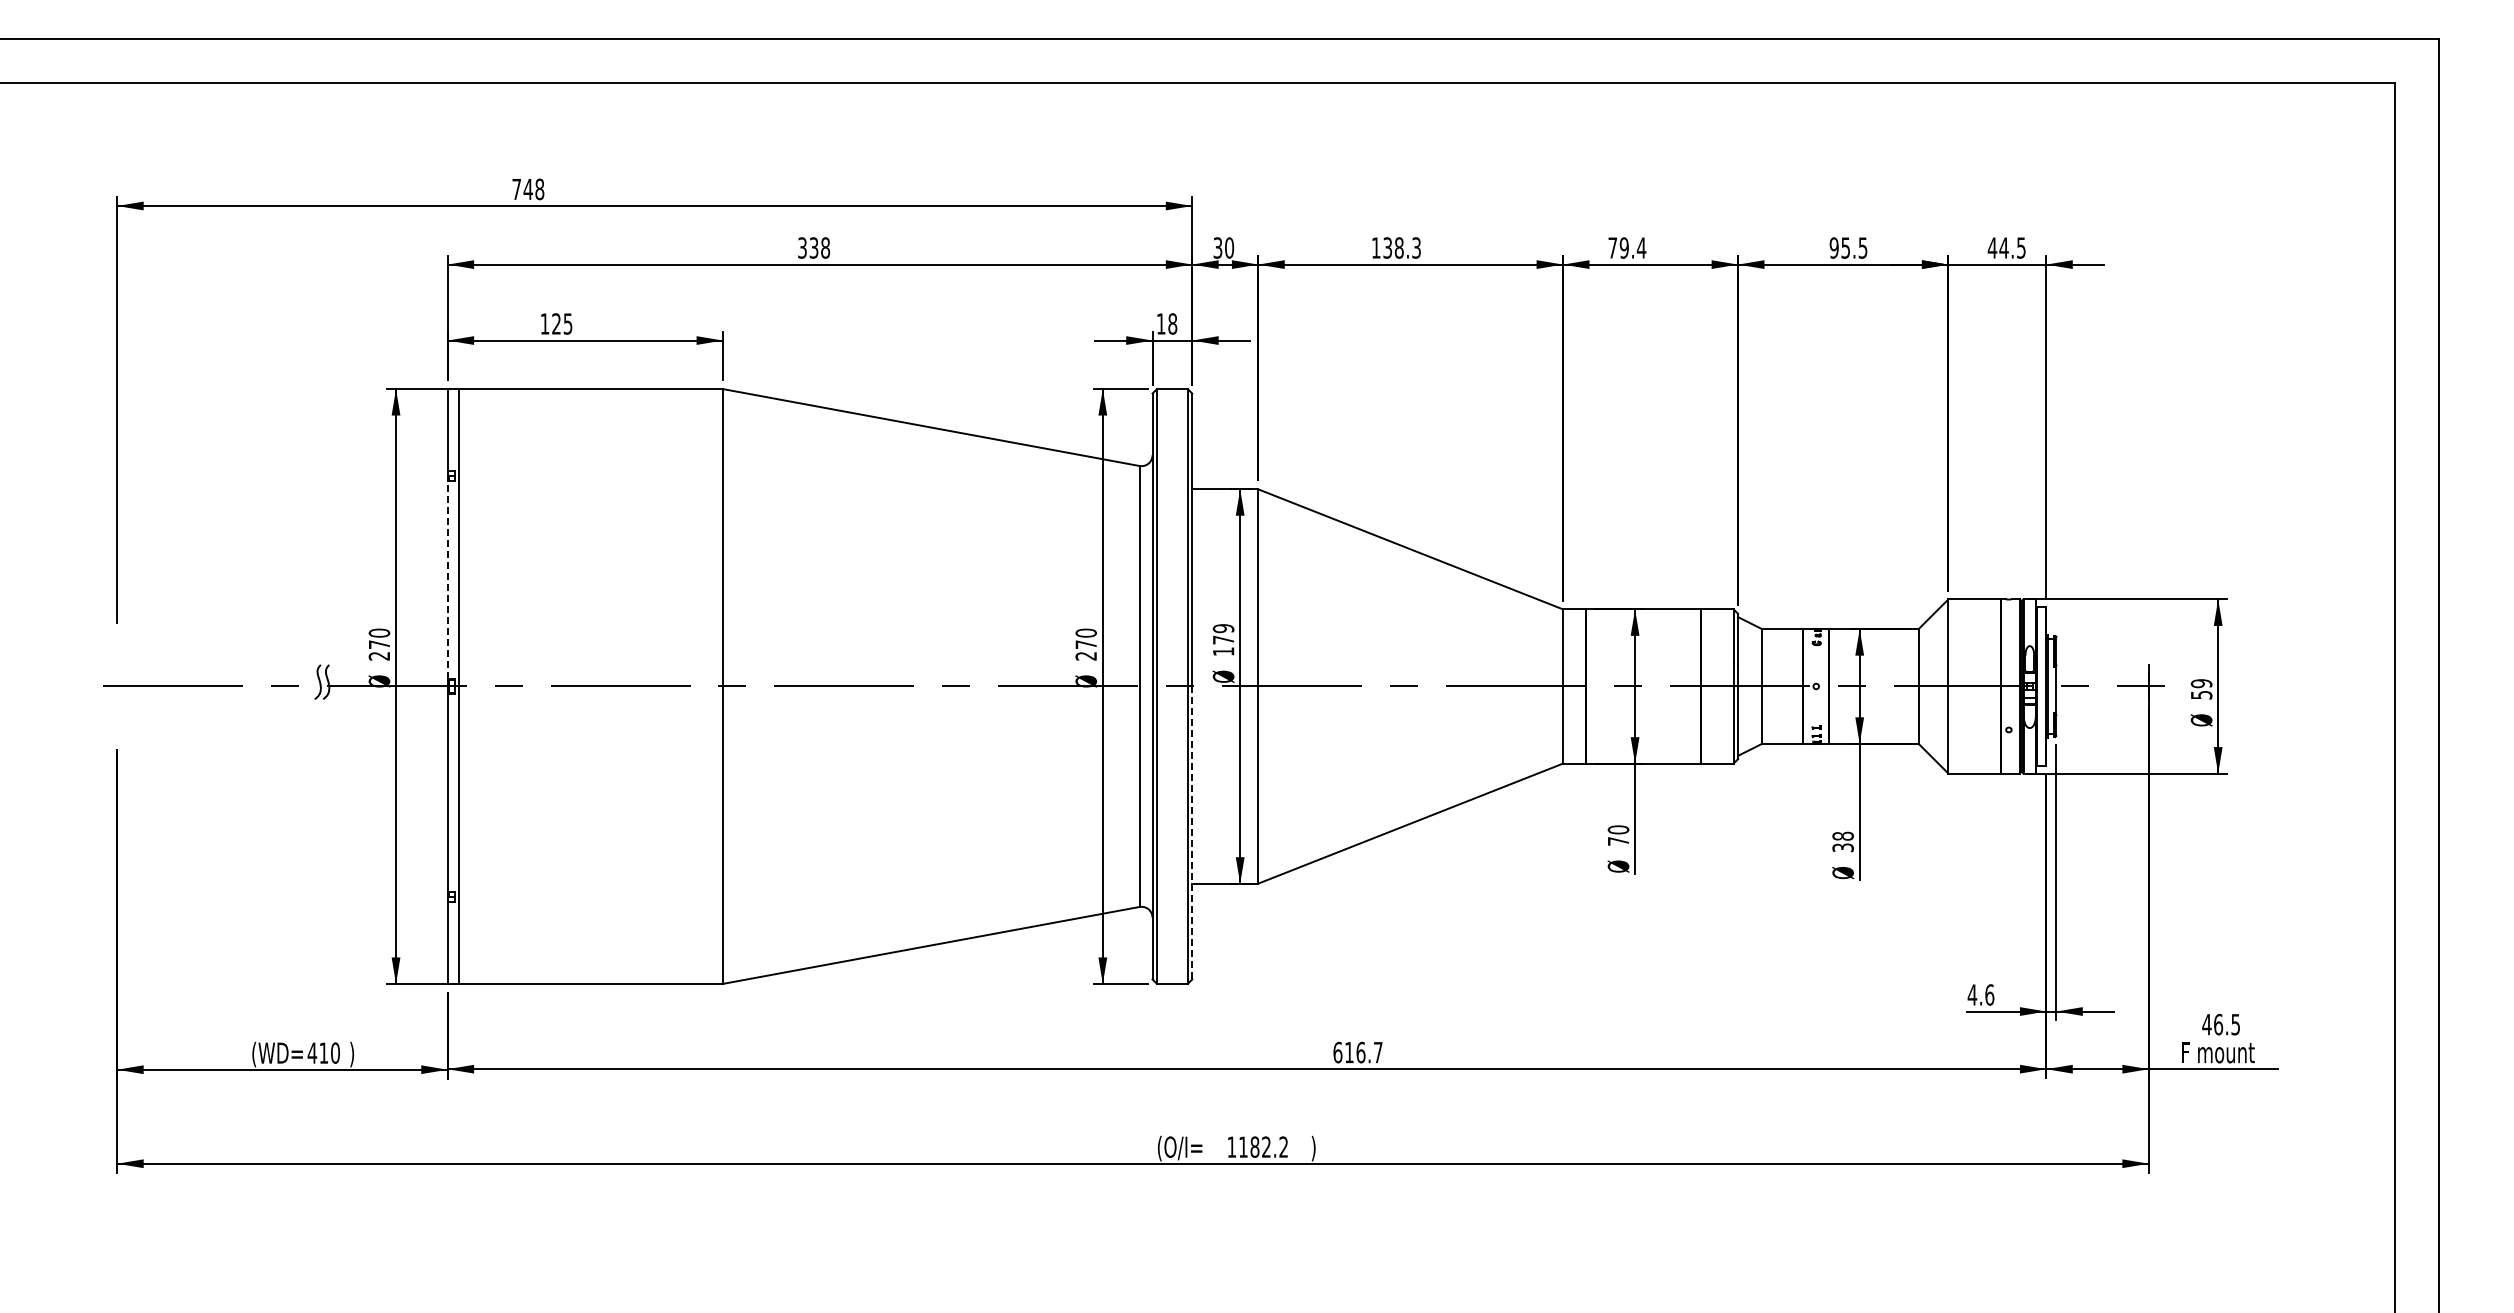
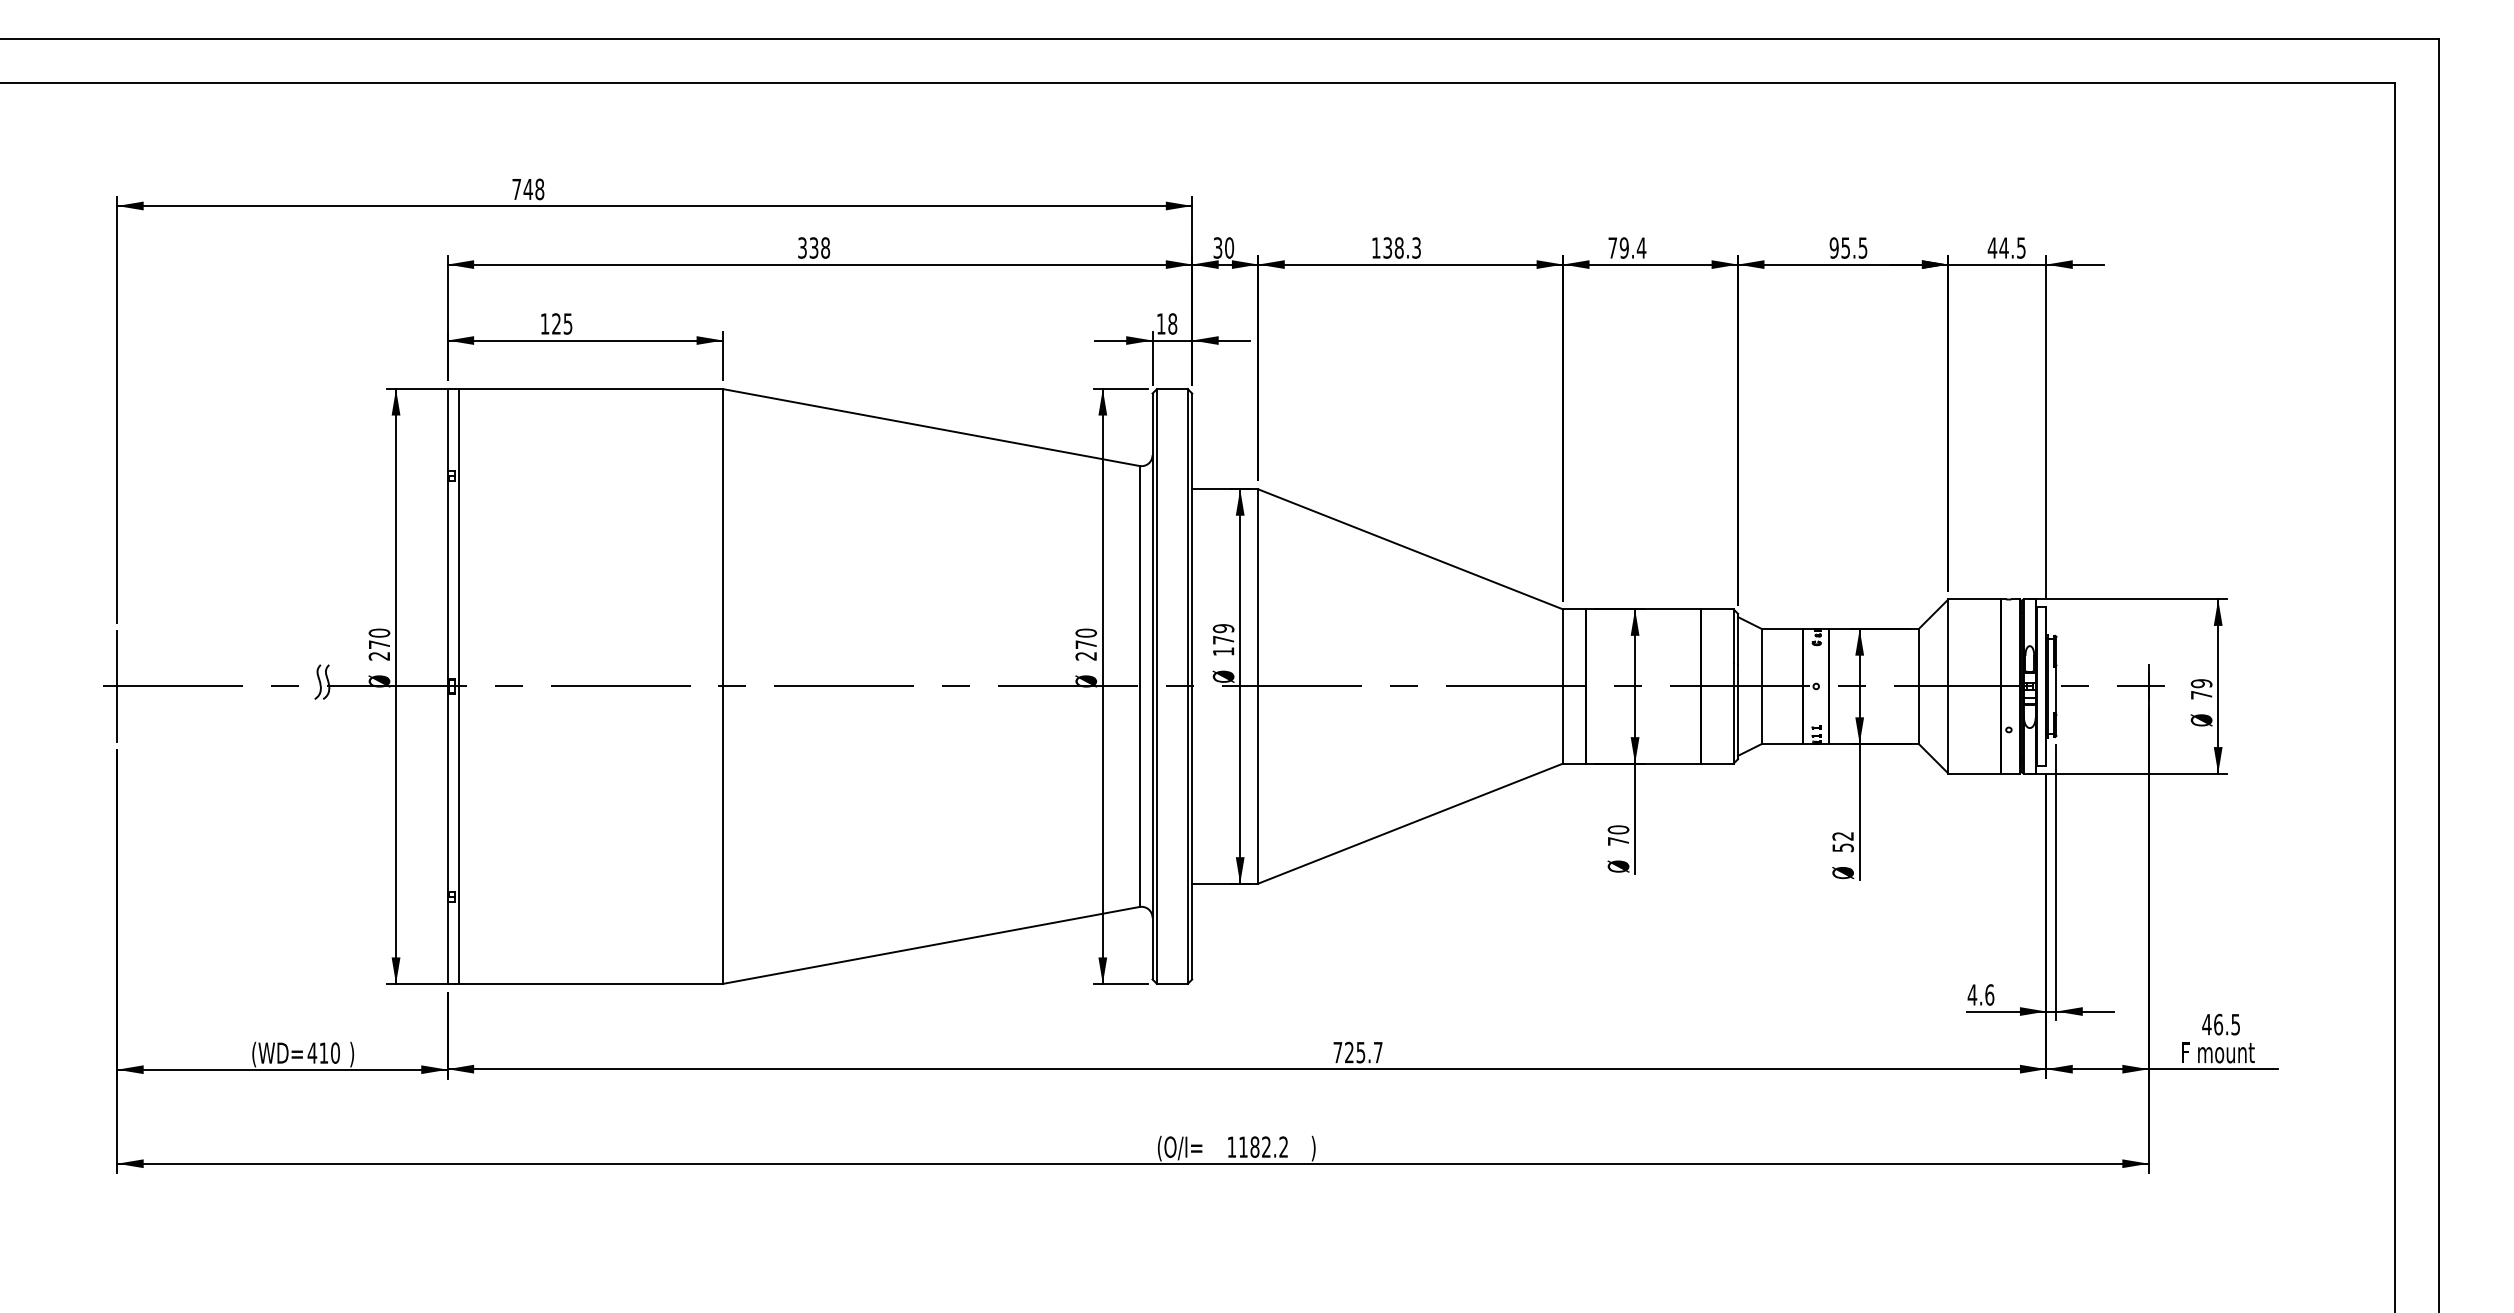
line at (447, 579): dashed -> solid
line at (117, 686): none -> present
text at (2201, 695): 59 -> 79
line at (1192, 833): dashed -> solid
text at (1842, 841): 38 -> 52
text at (1349, 1052): 616.7 -> 725.7
